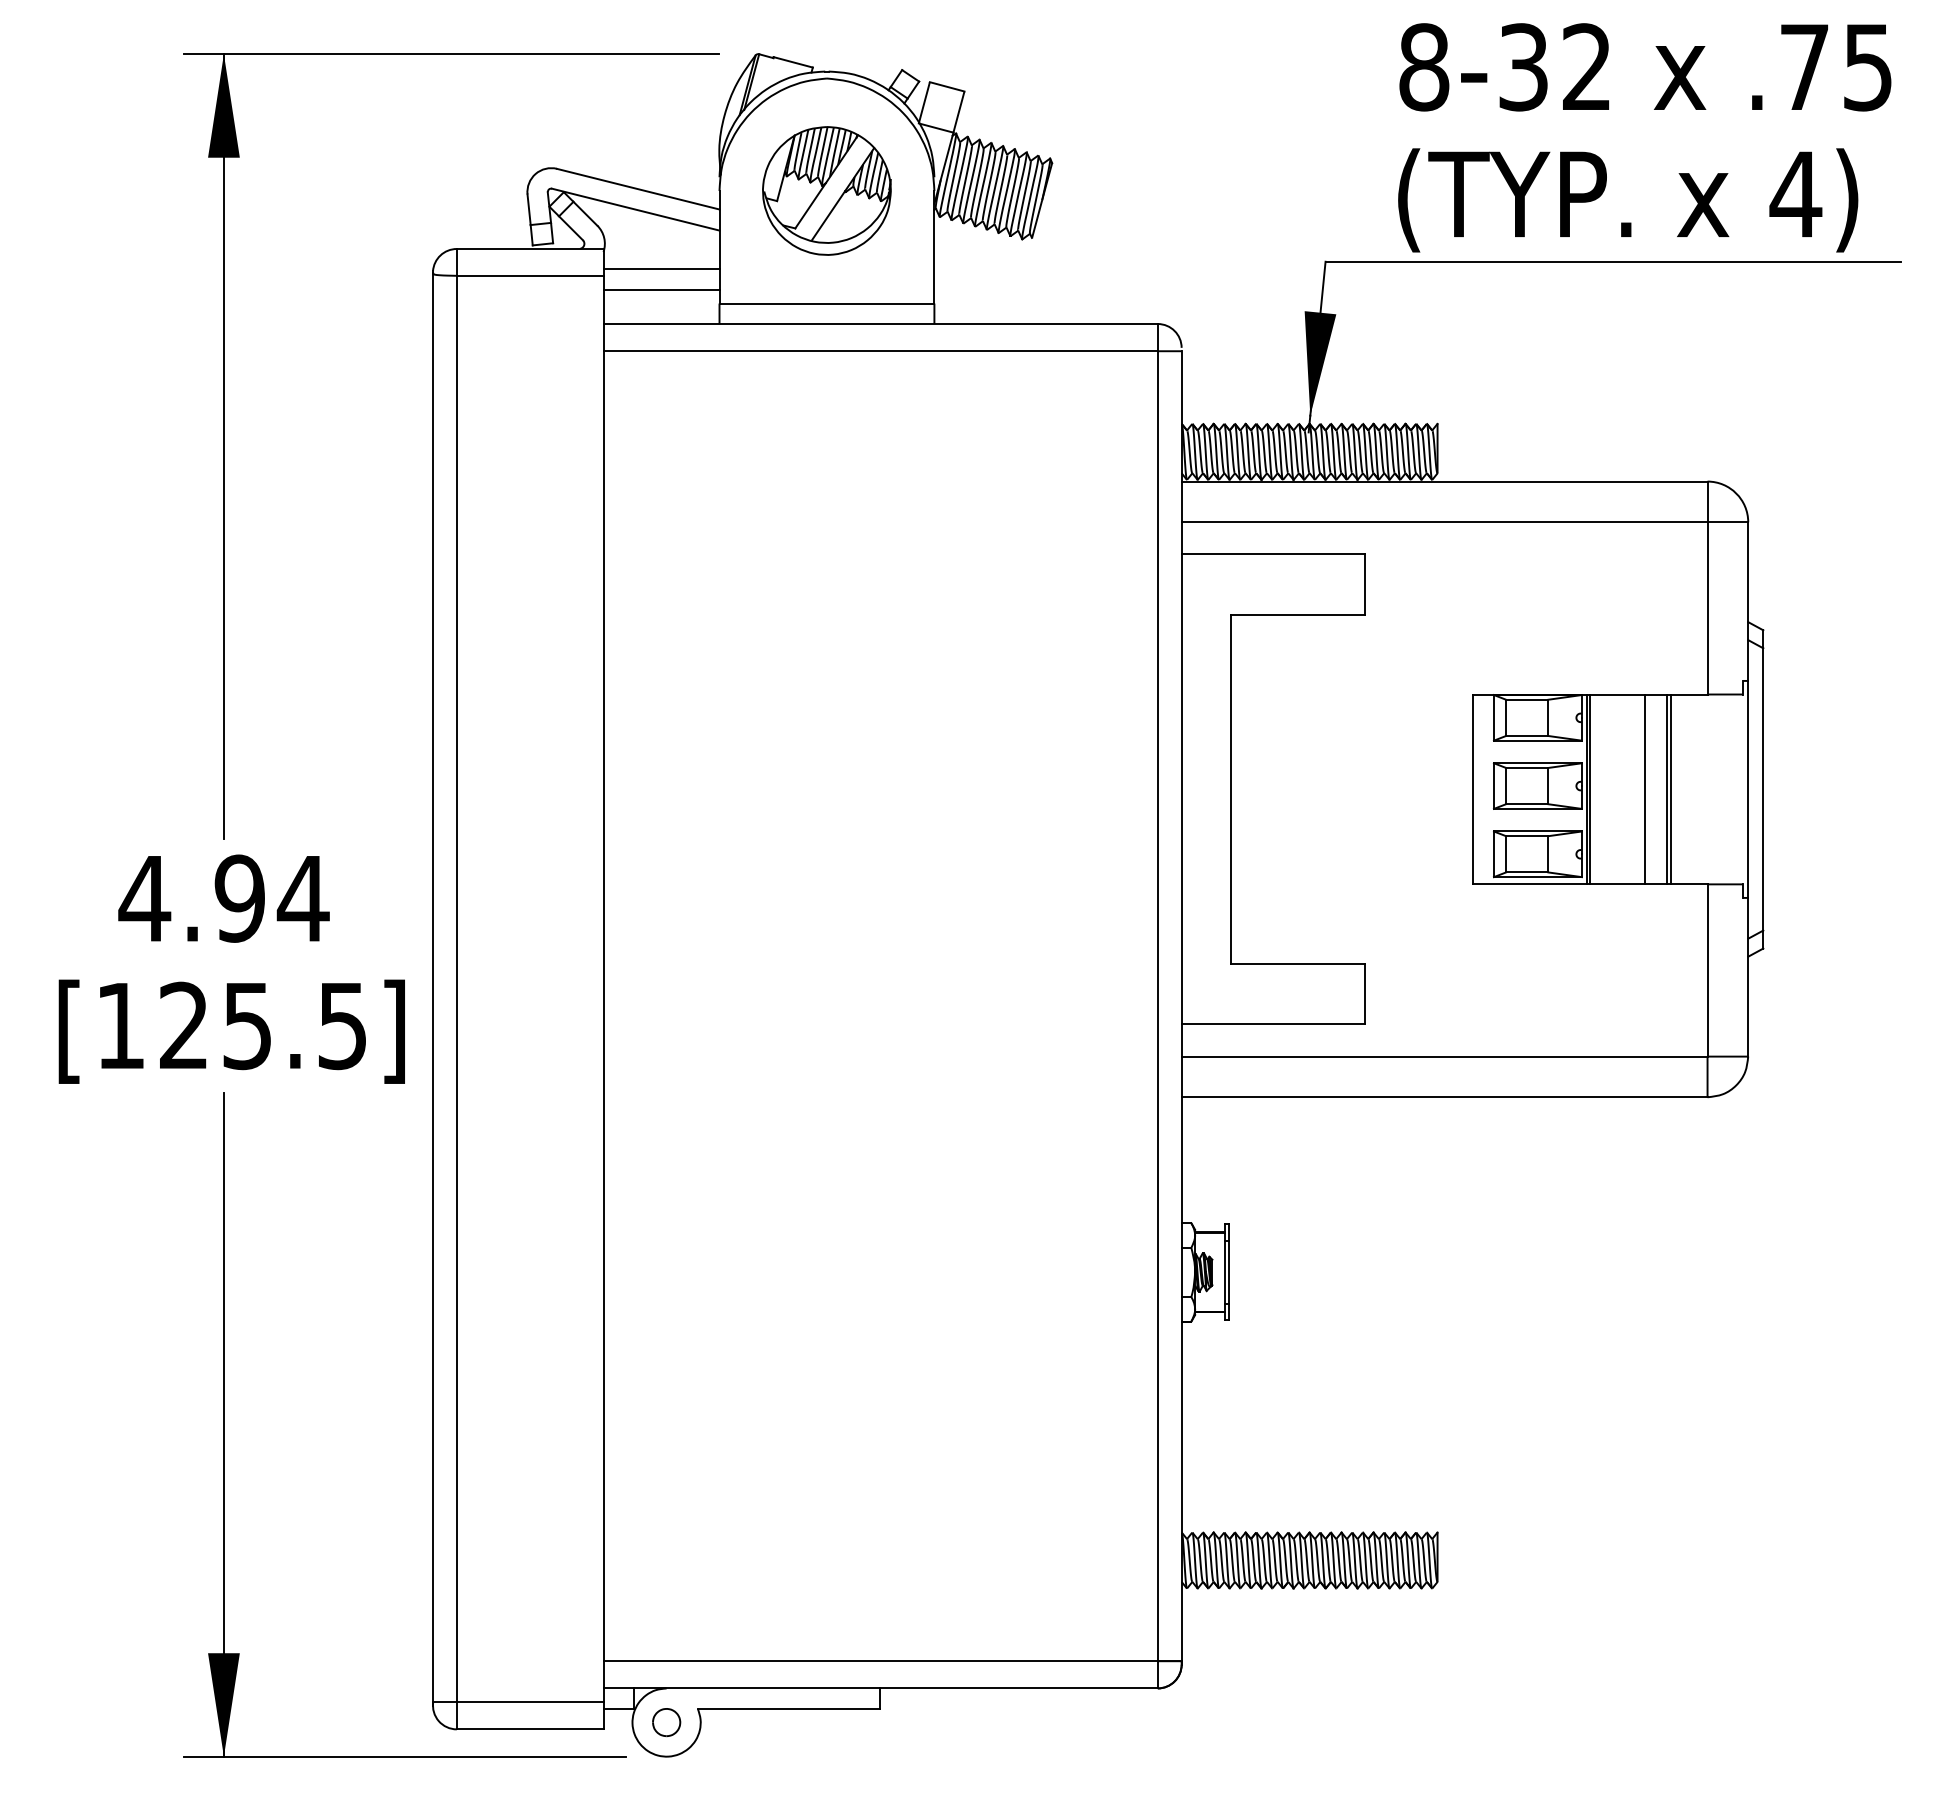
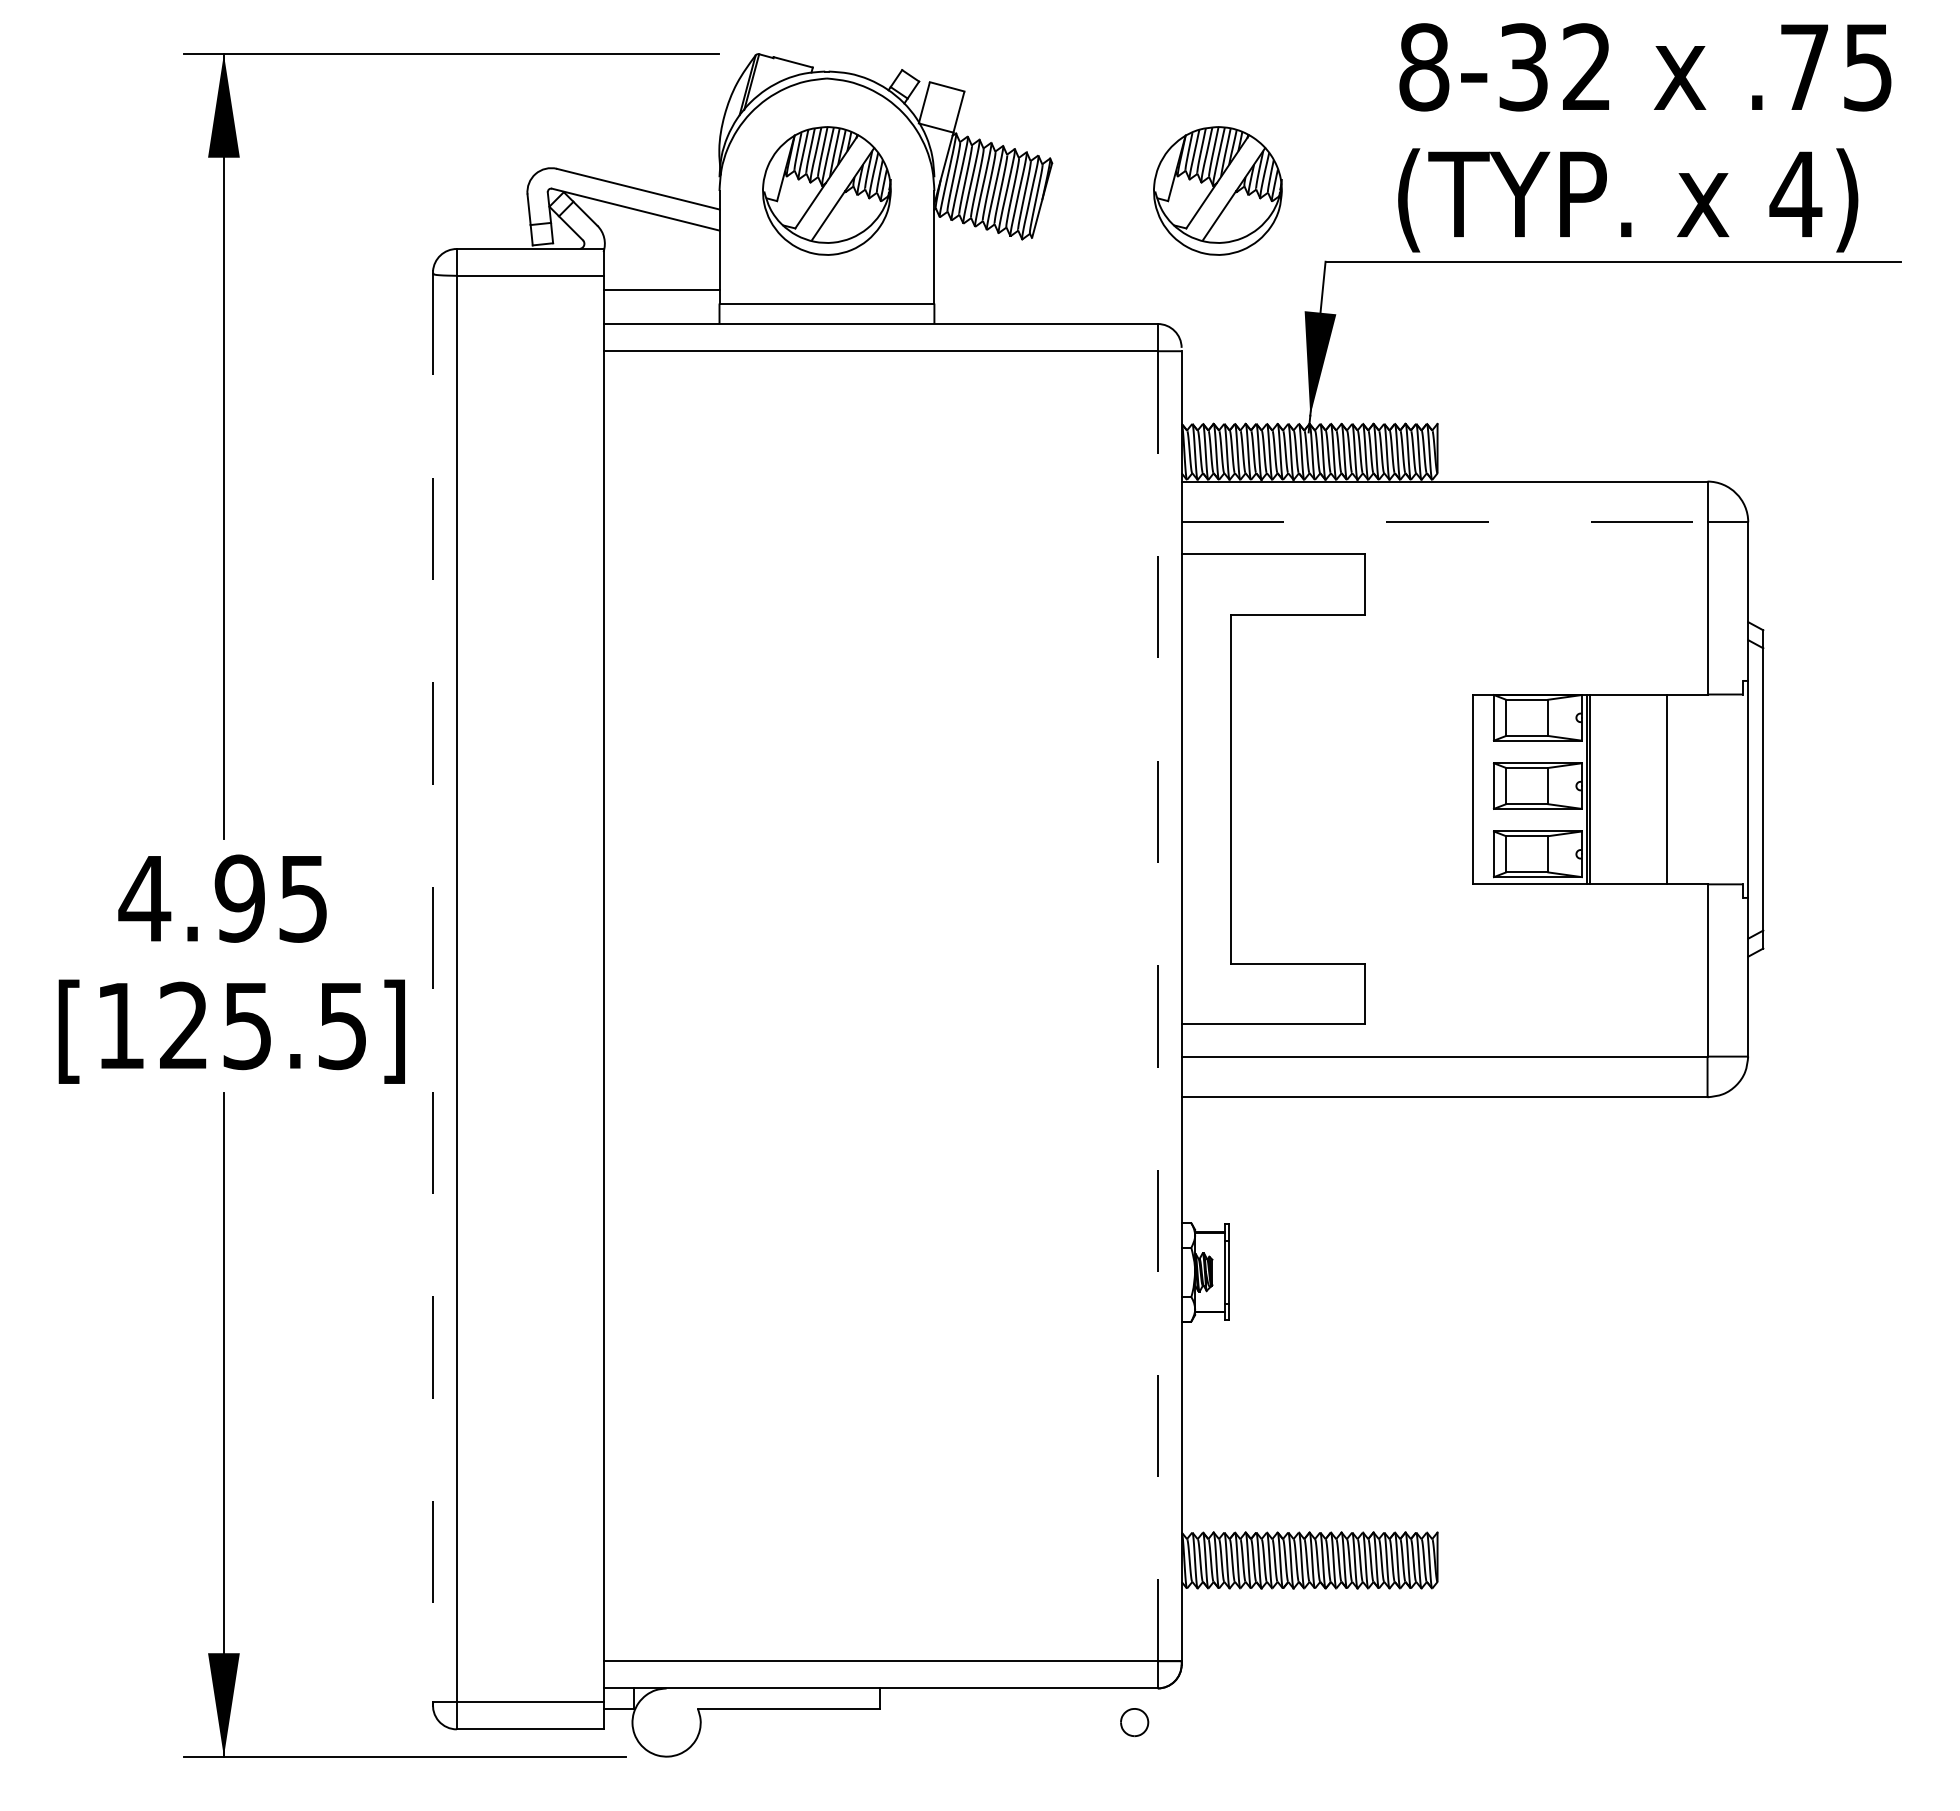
part at (1217, 190): none -> present
line at (661, 269): present -> none
line at (1444, 522): solid -> dashed
line at (1645, 789): present -> none
line at (1670, 789): present -> none
text at (302, 899): 4.94 -> 4.95
line at (432, 987): solid -> dashed
line at (1157, 1006): solid -> dashed
part at (666, 1722) position: (666, 1722) -> (1134, 1722)
